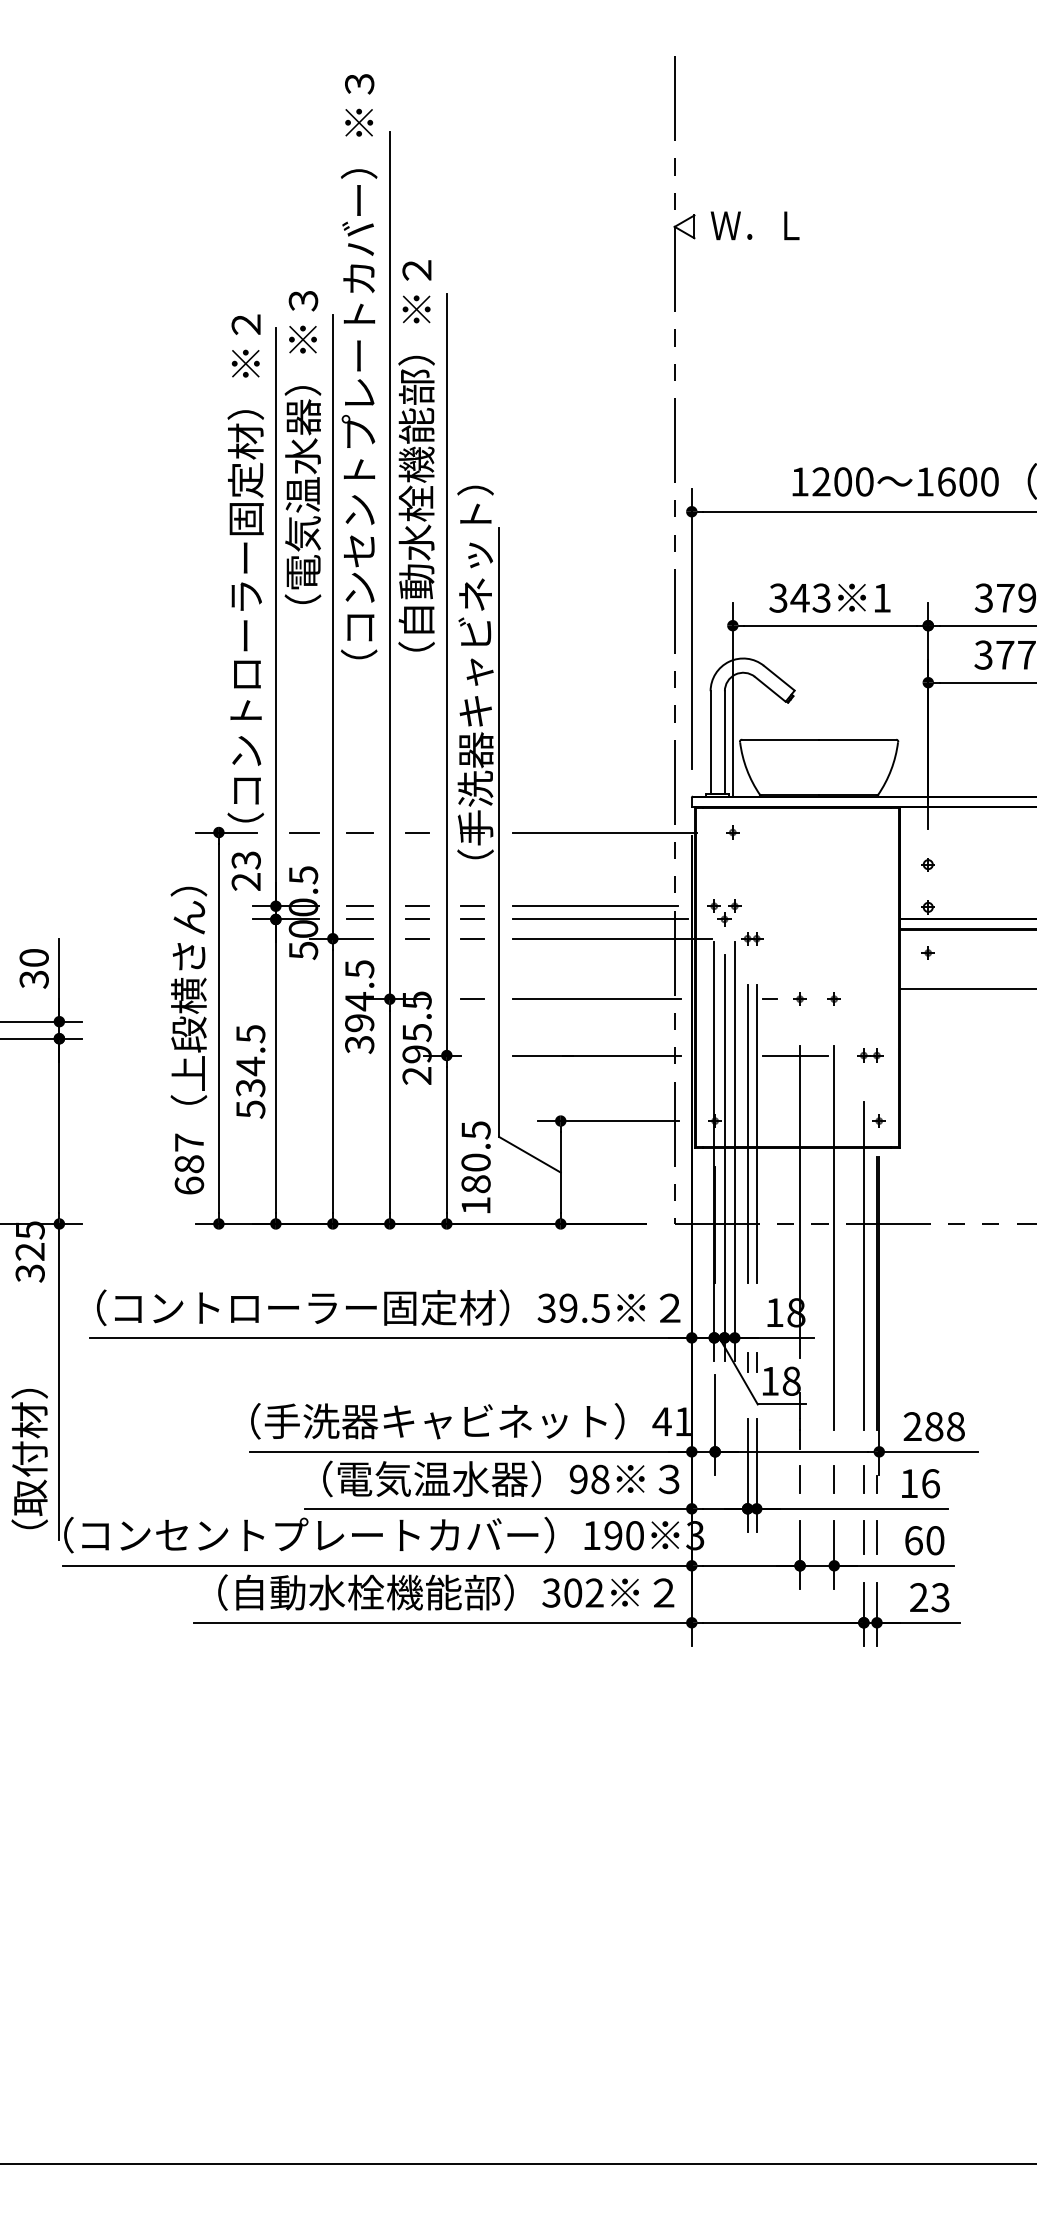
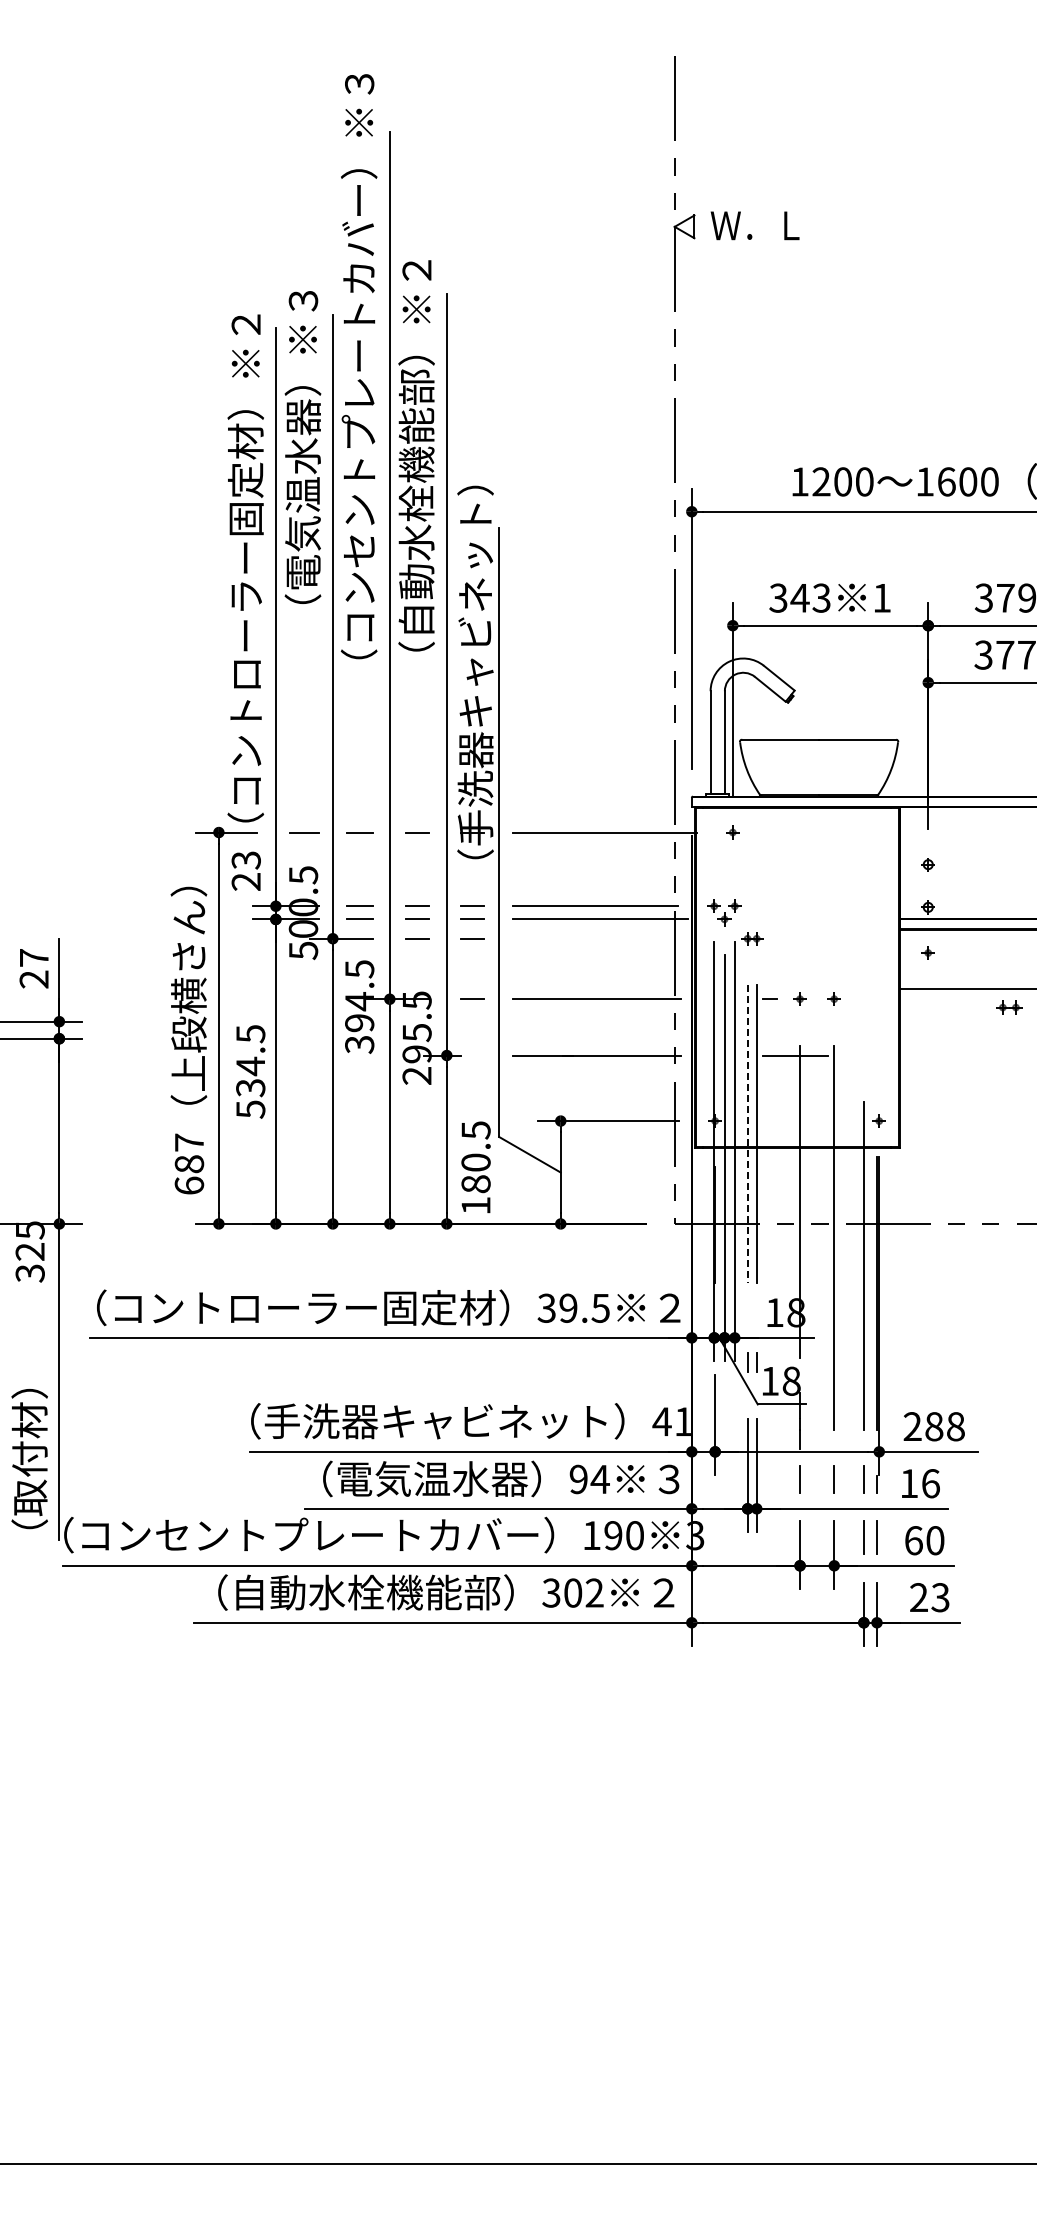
line at (612, 938): present -> none
text at (33, 968): 30 -> 27
part at (870, 1055) position: (870, 1055) -> (1009, 1007)
line at (747, 1134): solid -> dashed
text at (599, 1479): 98 -> 94
